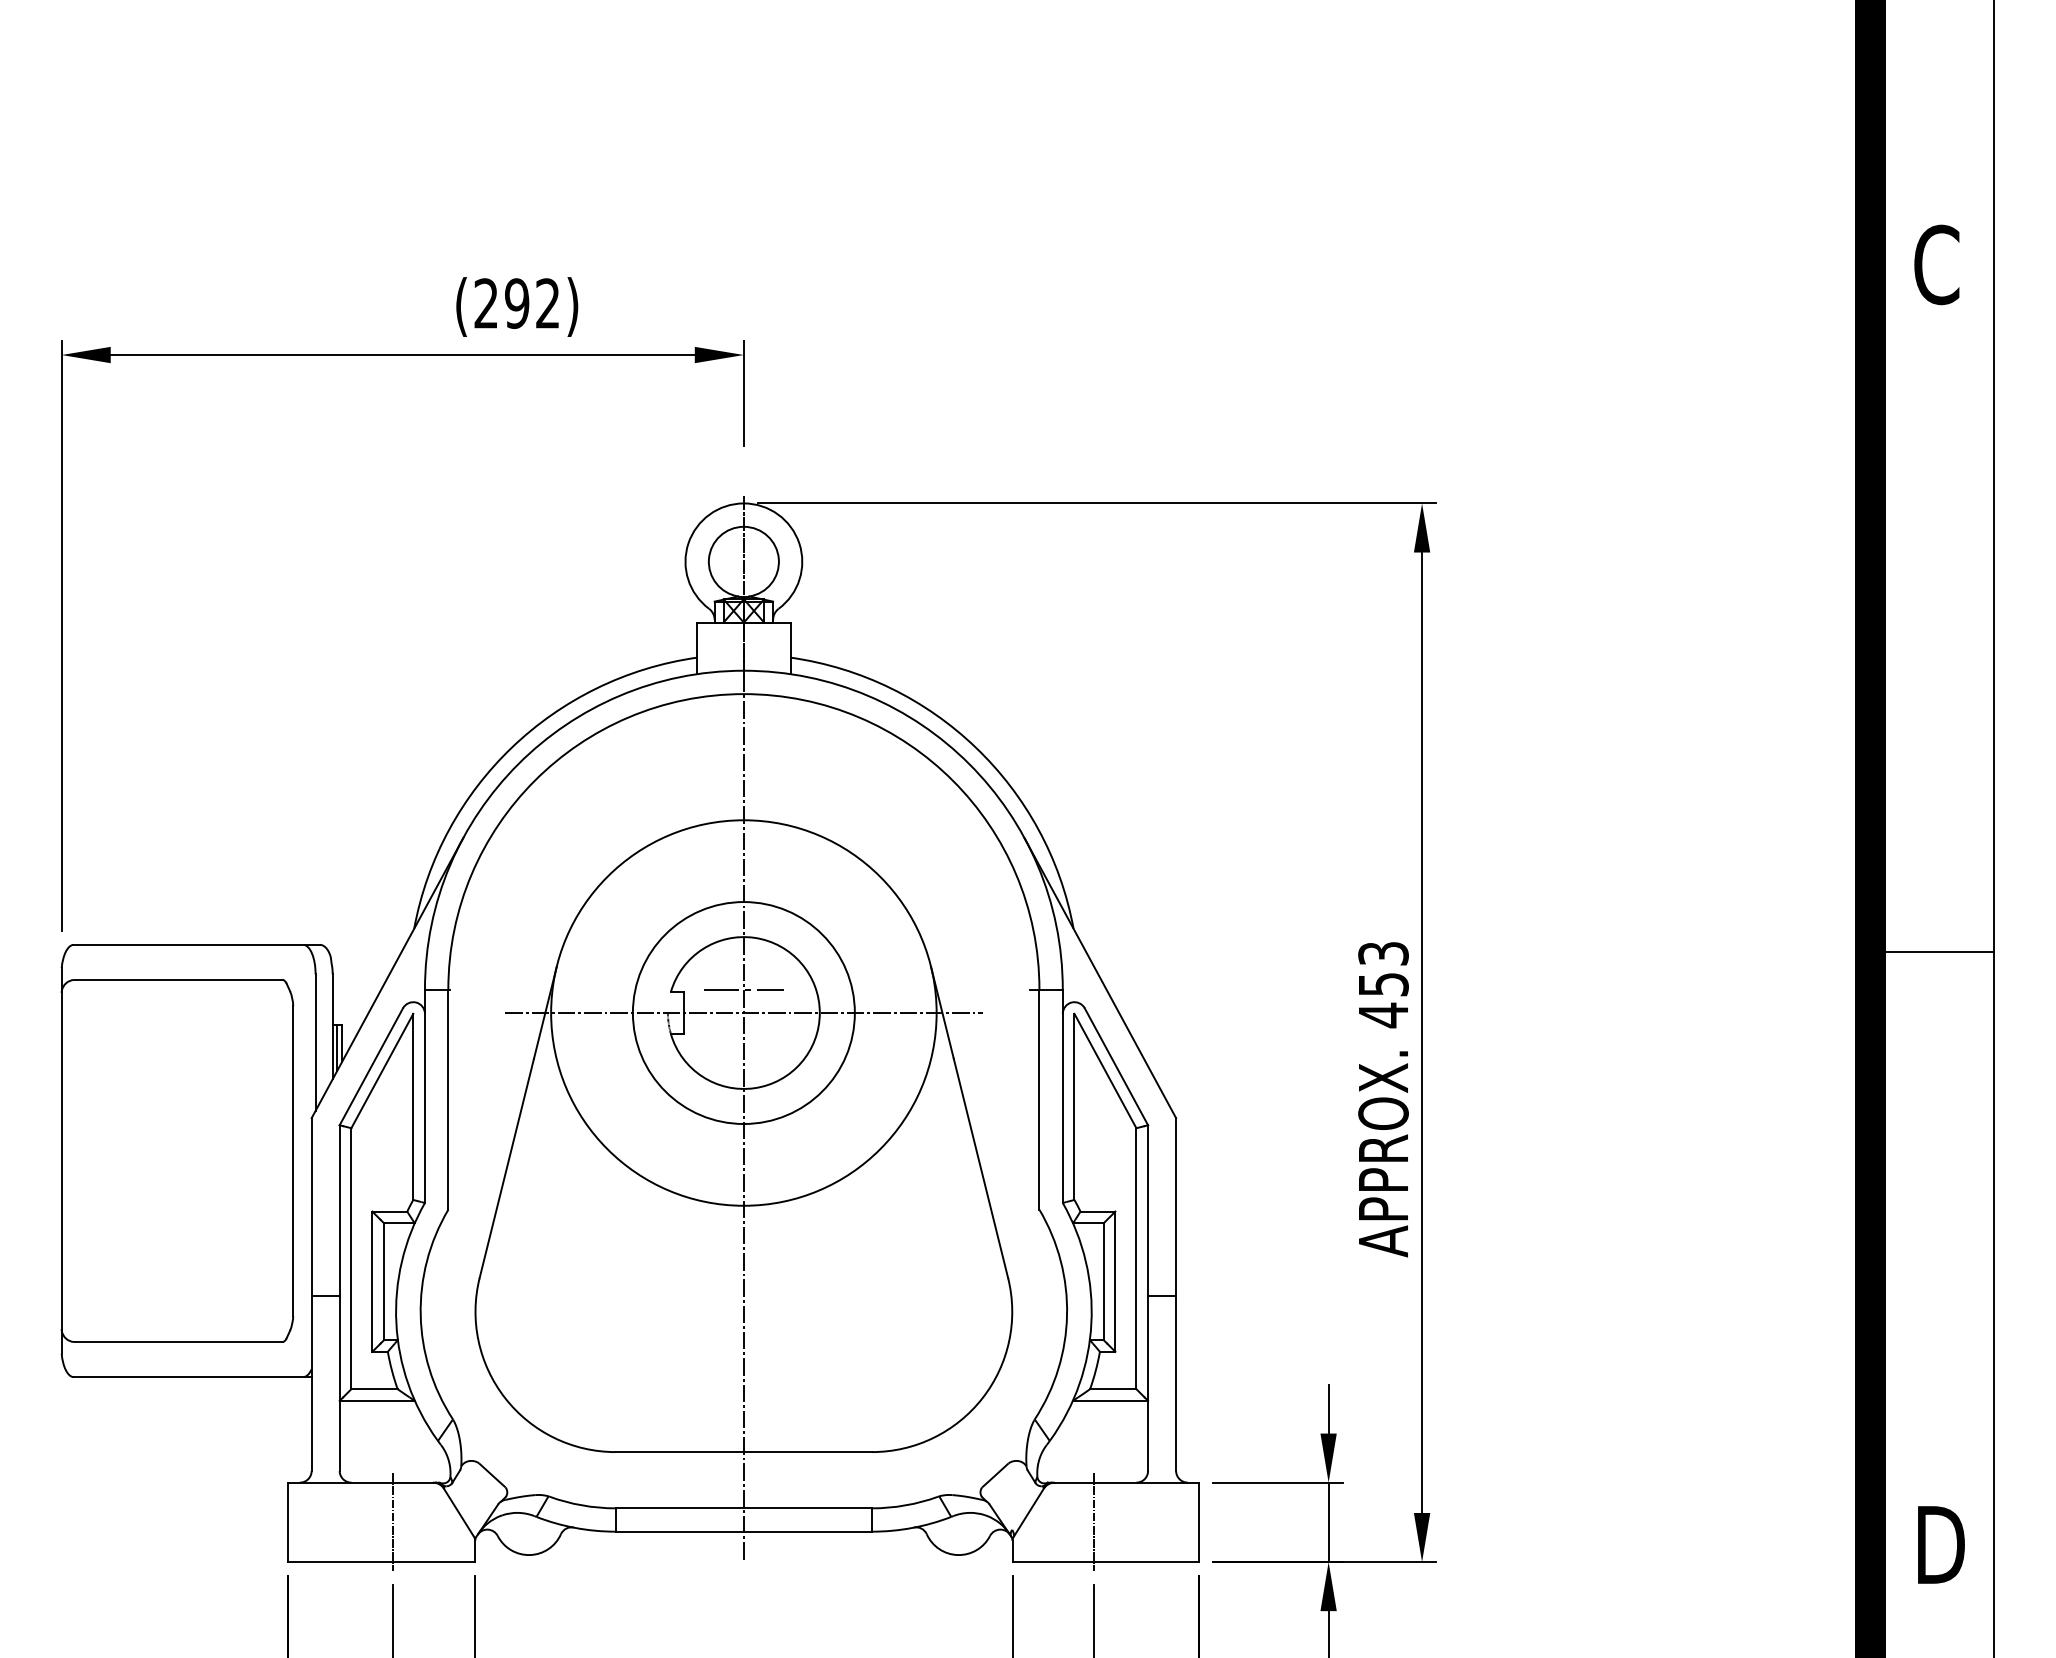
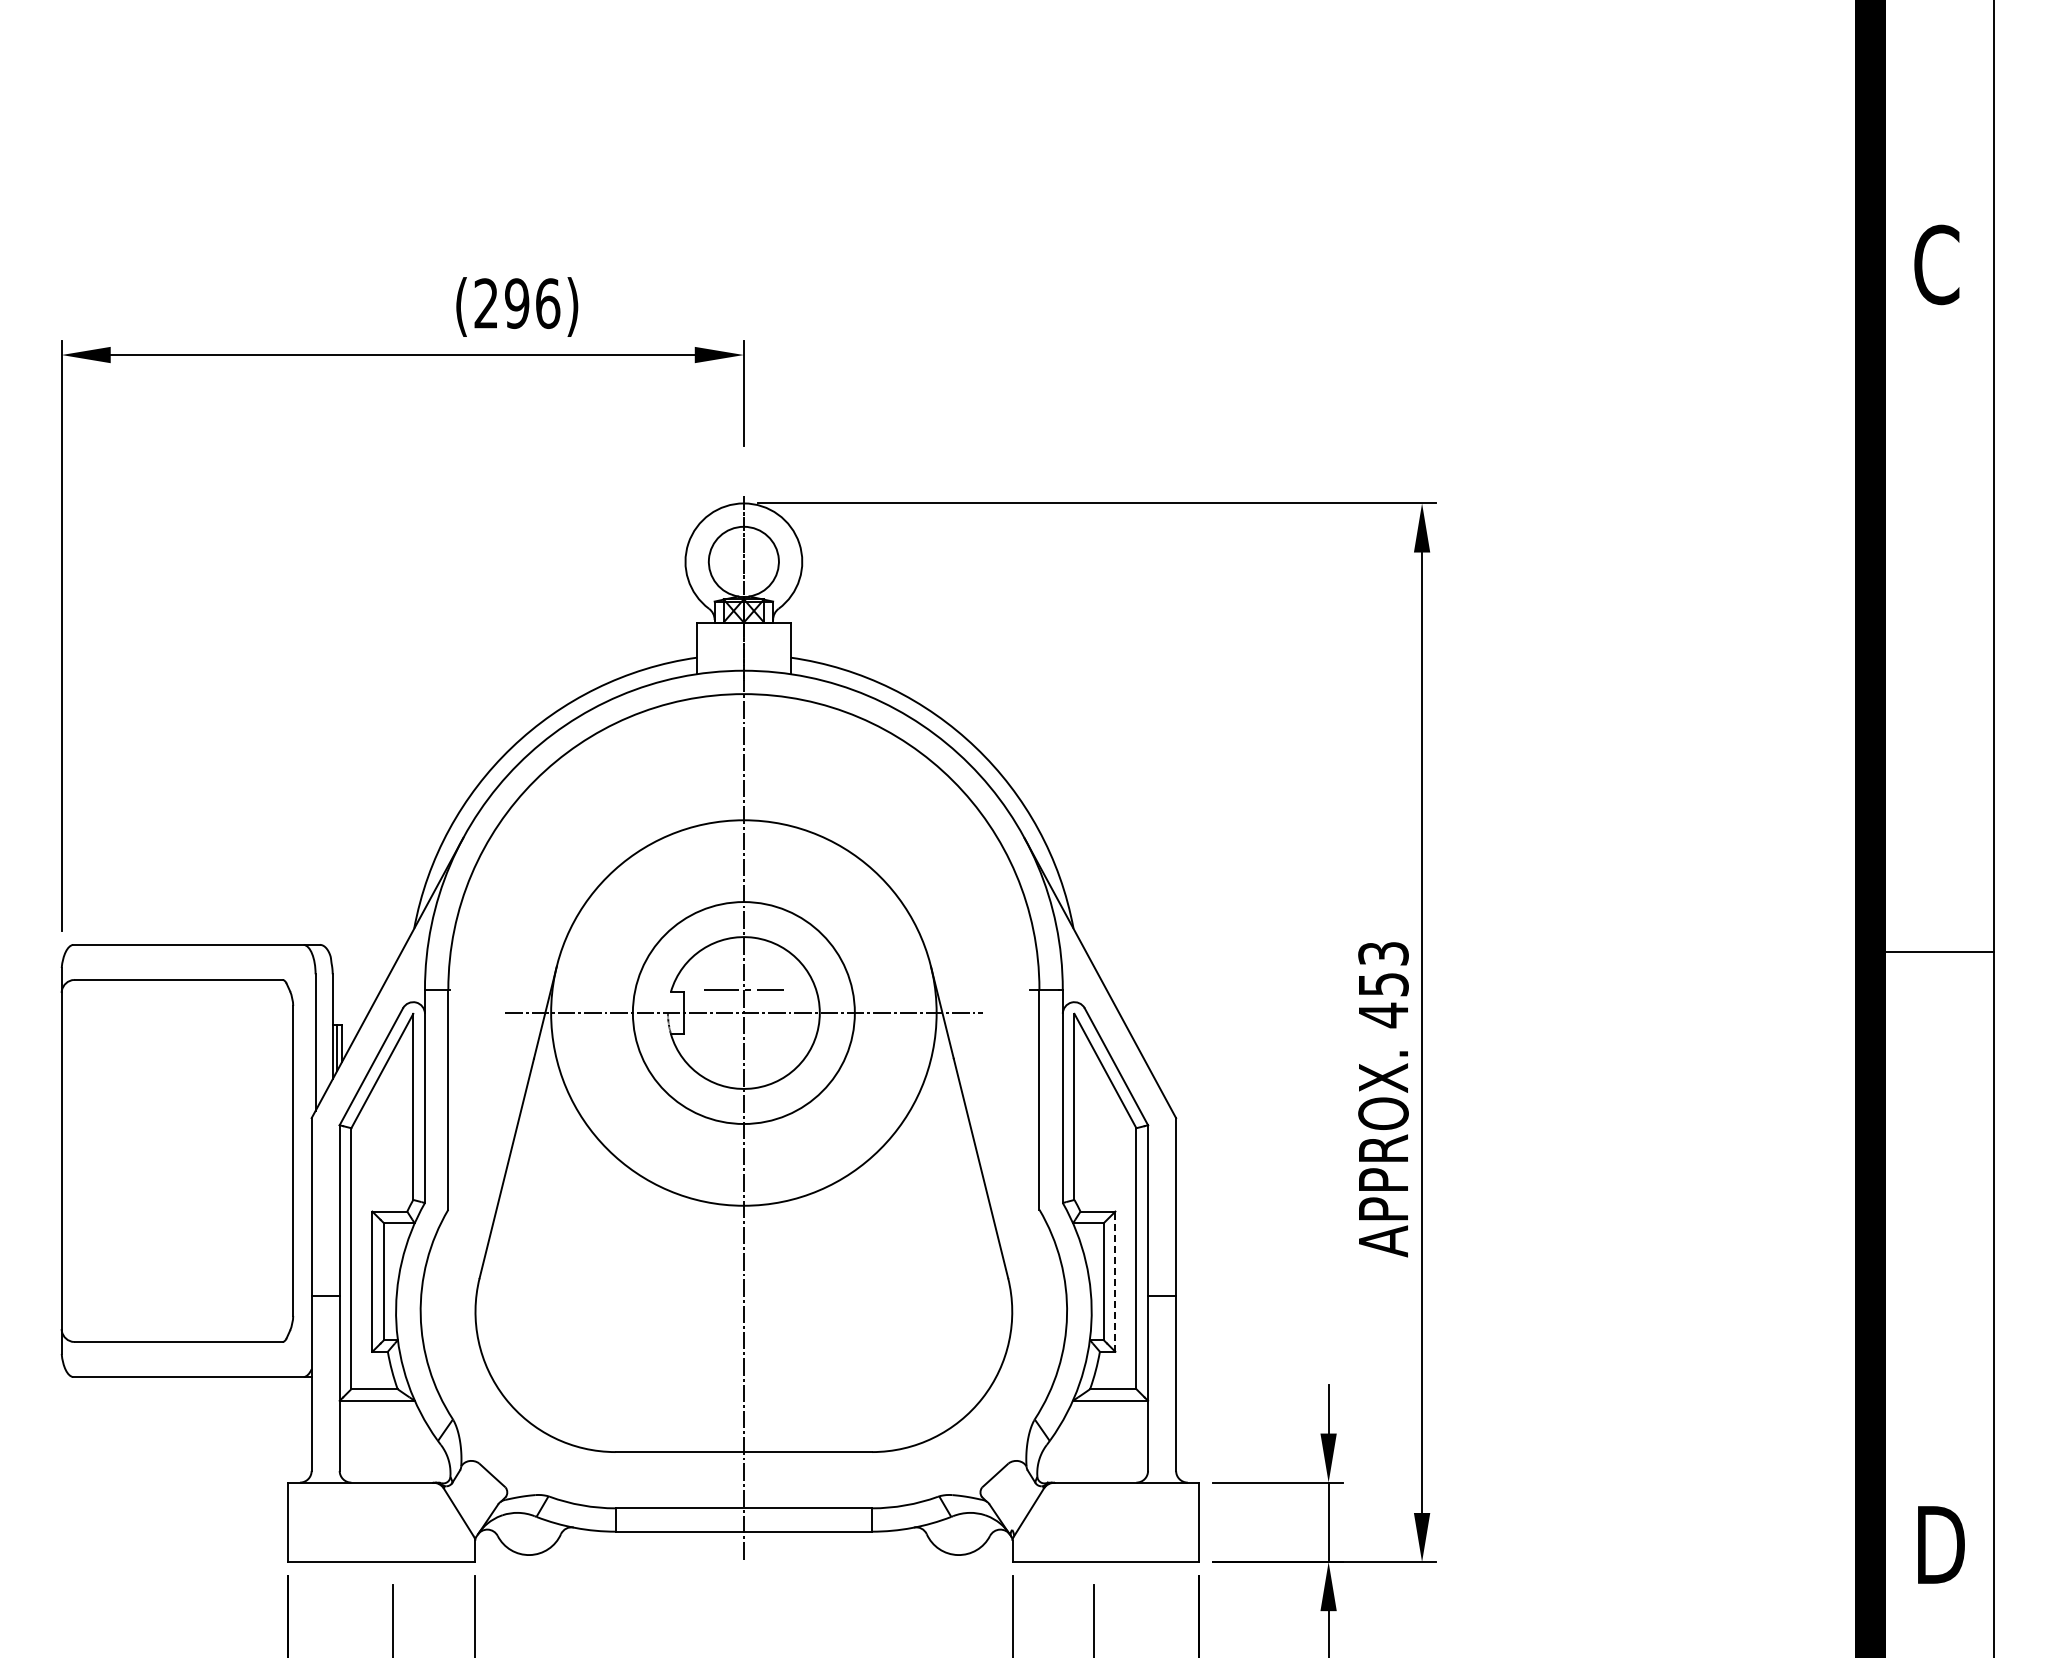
text at (548, 303): (292) -> (296)
line at (1115, 1281): solid -> dashed
line at (393, 1522): present -> none
line at (1094, 1522): present -> none
